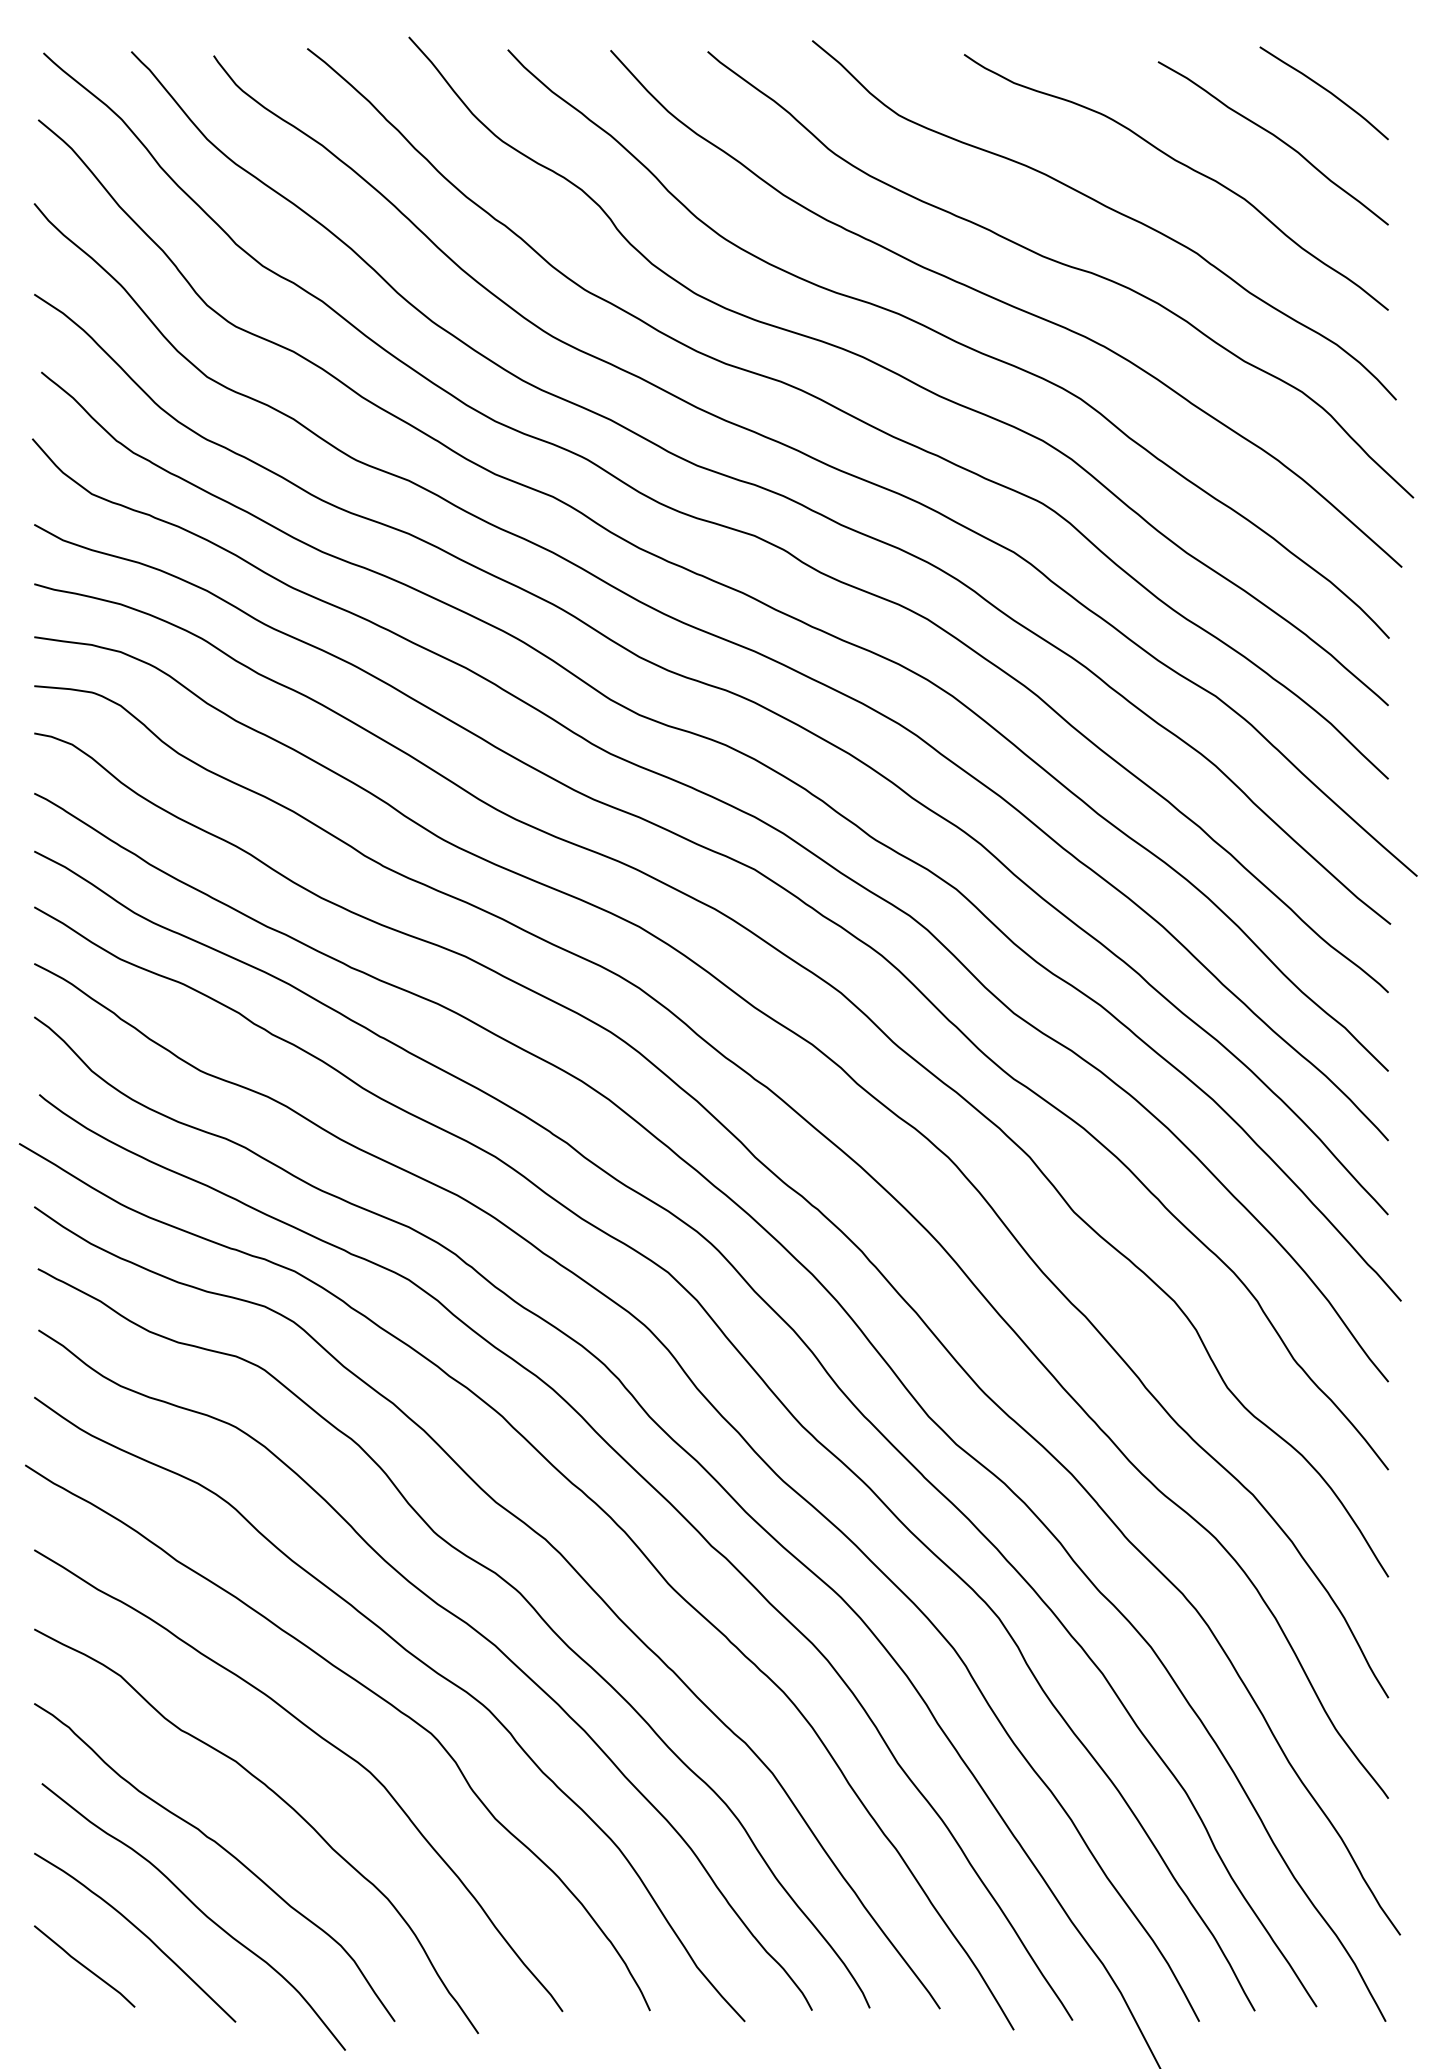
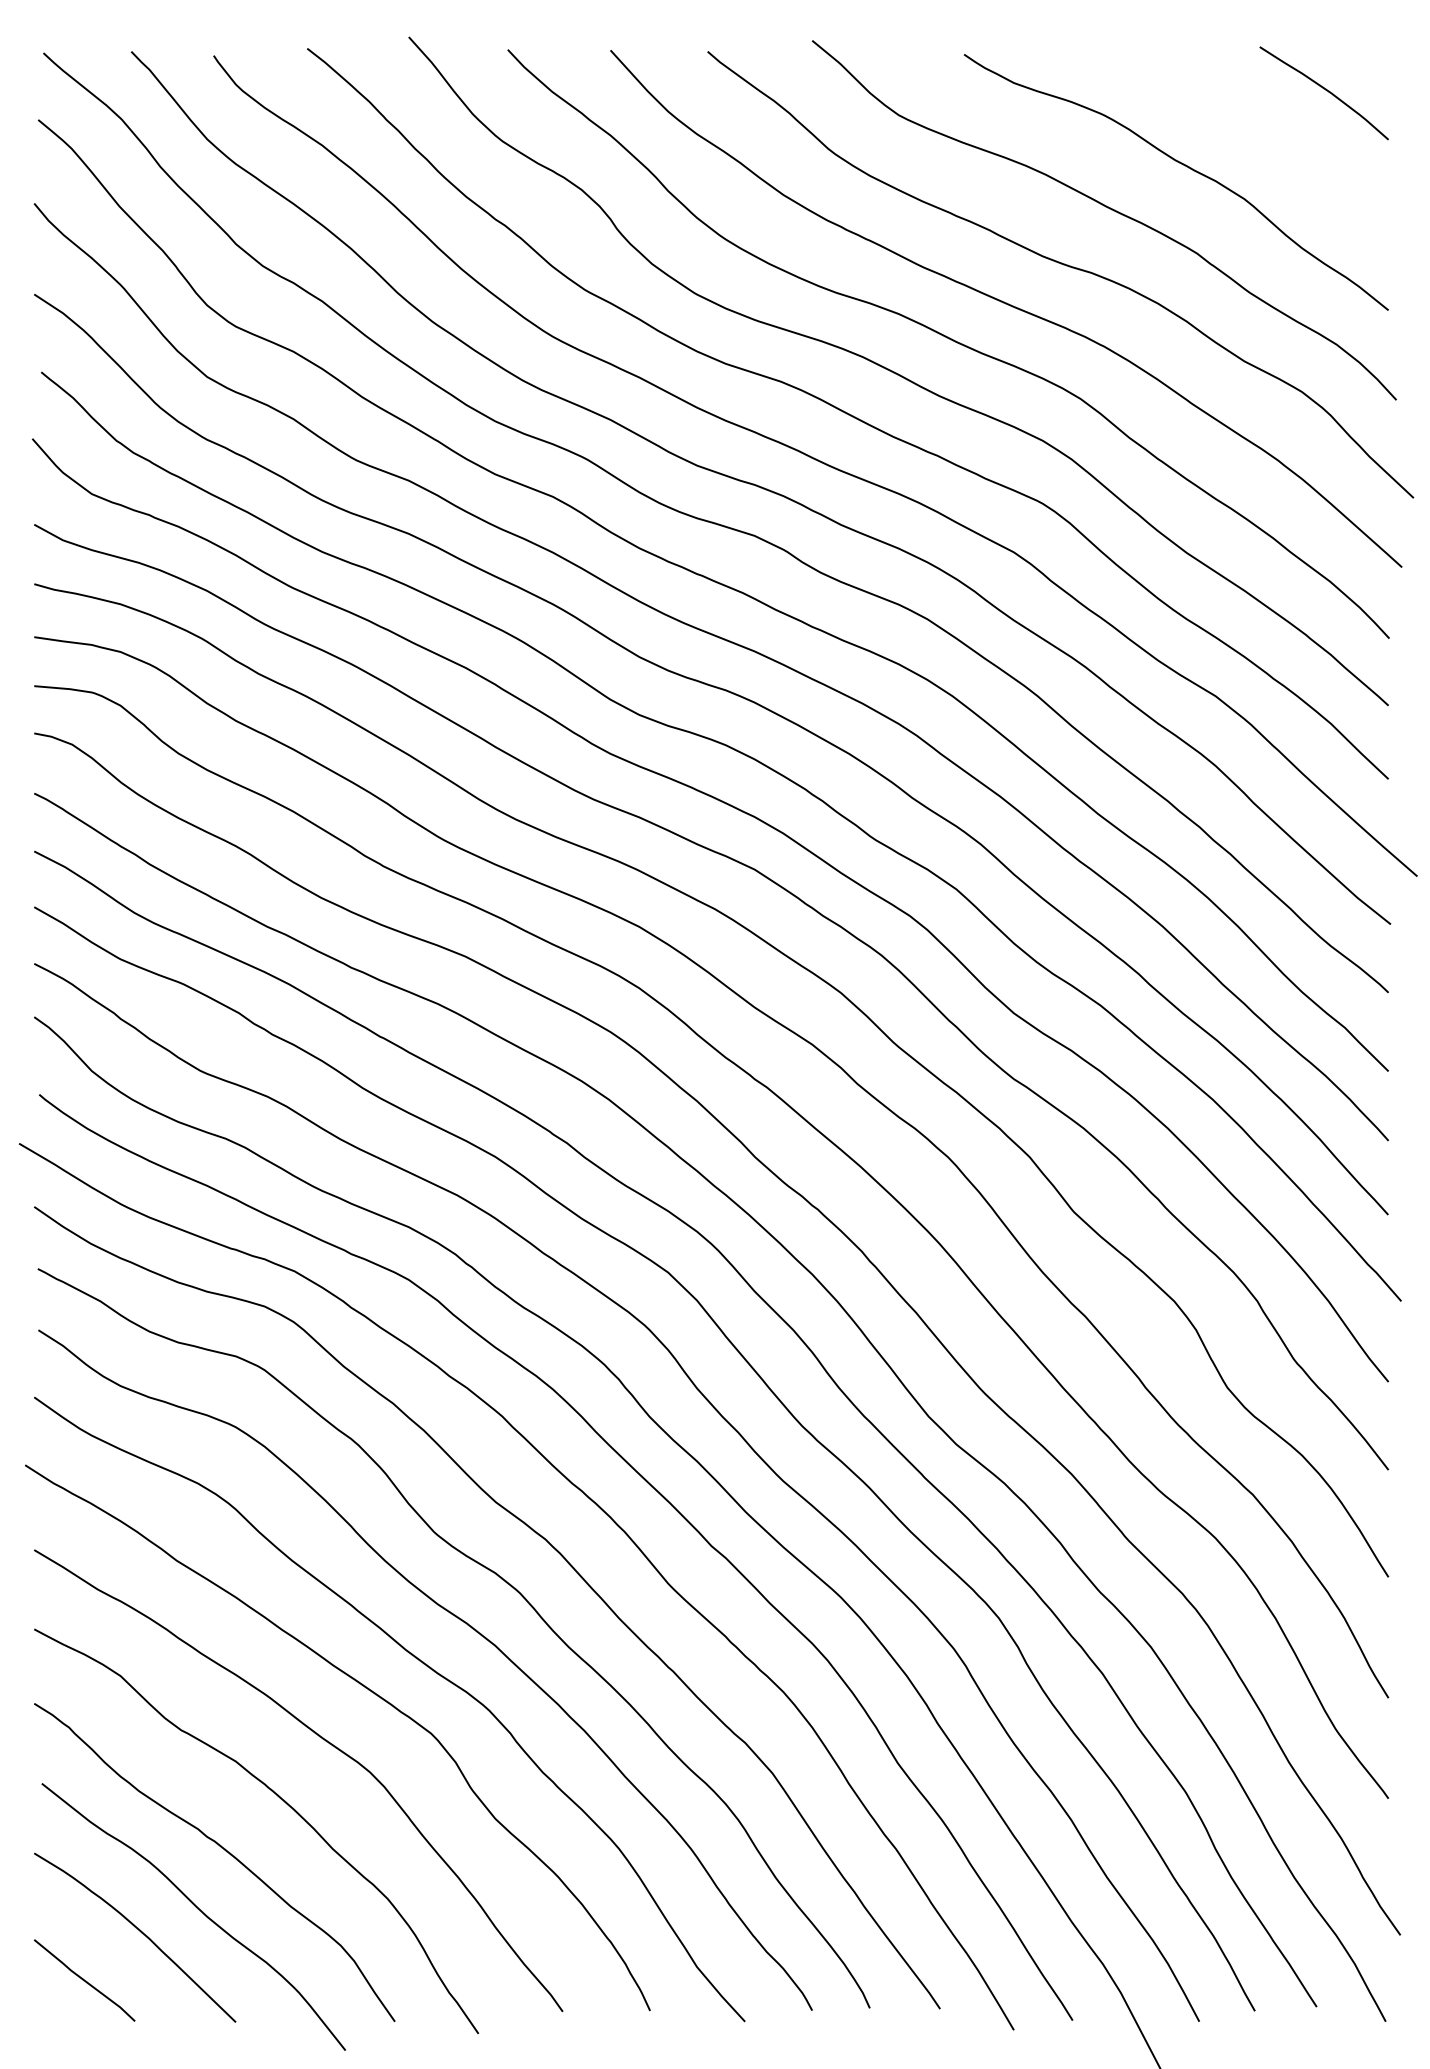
curve at (1276, 138): present -> none
line at (84, 1966) position: (84, 1966) -> (84, 1980)
